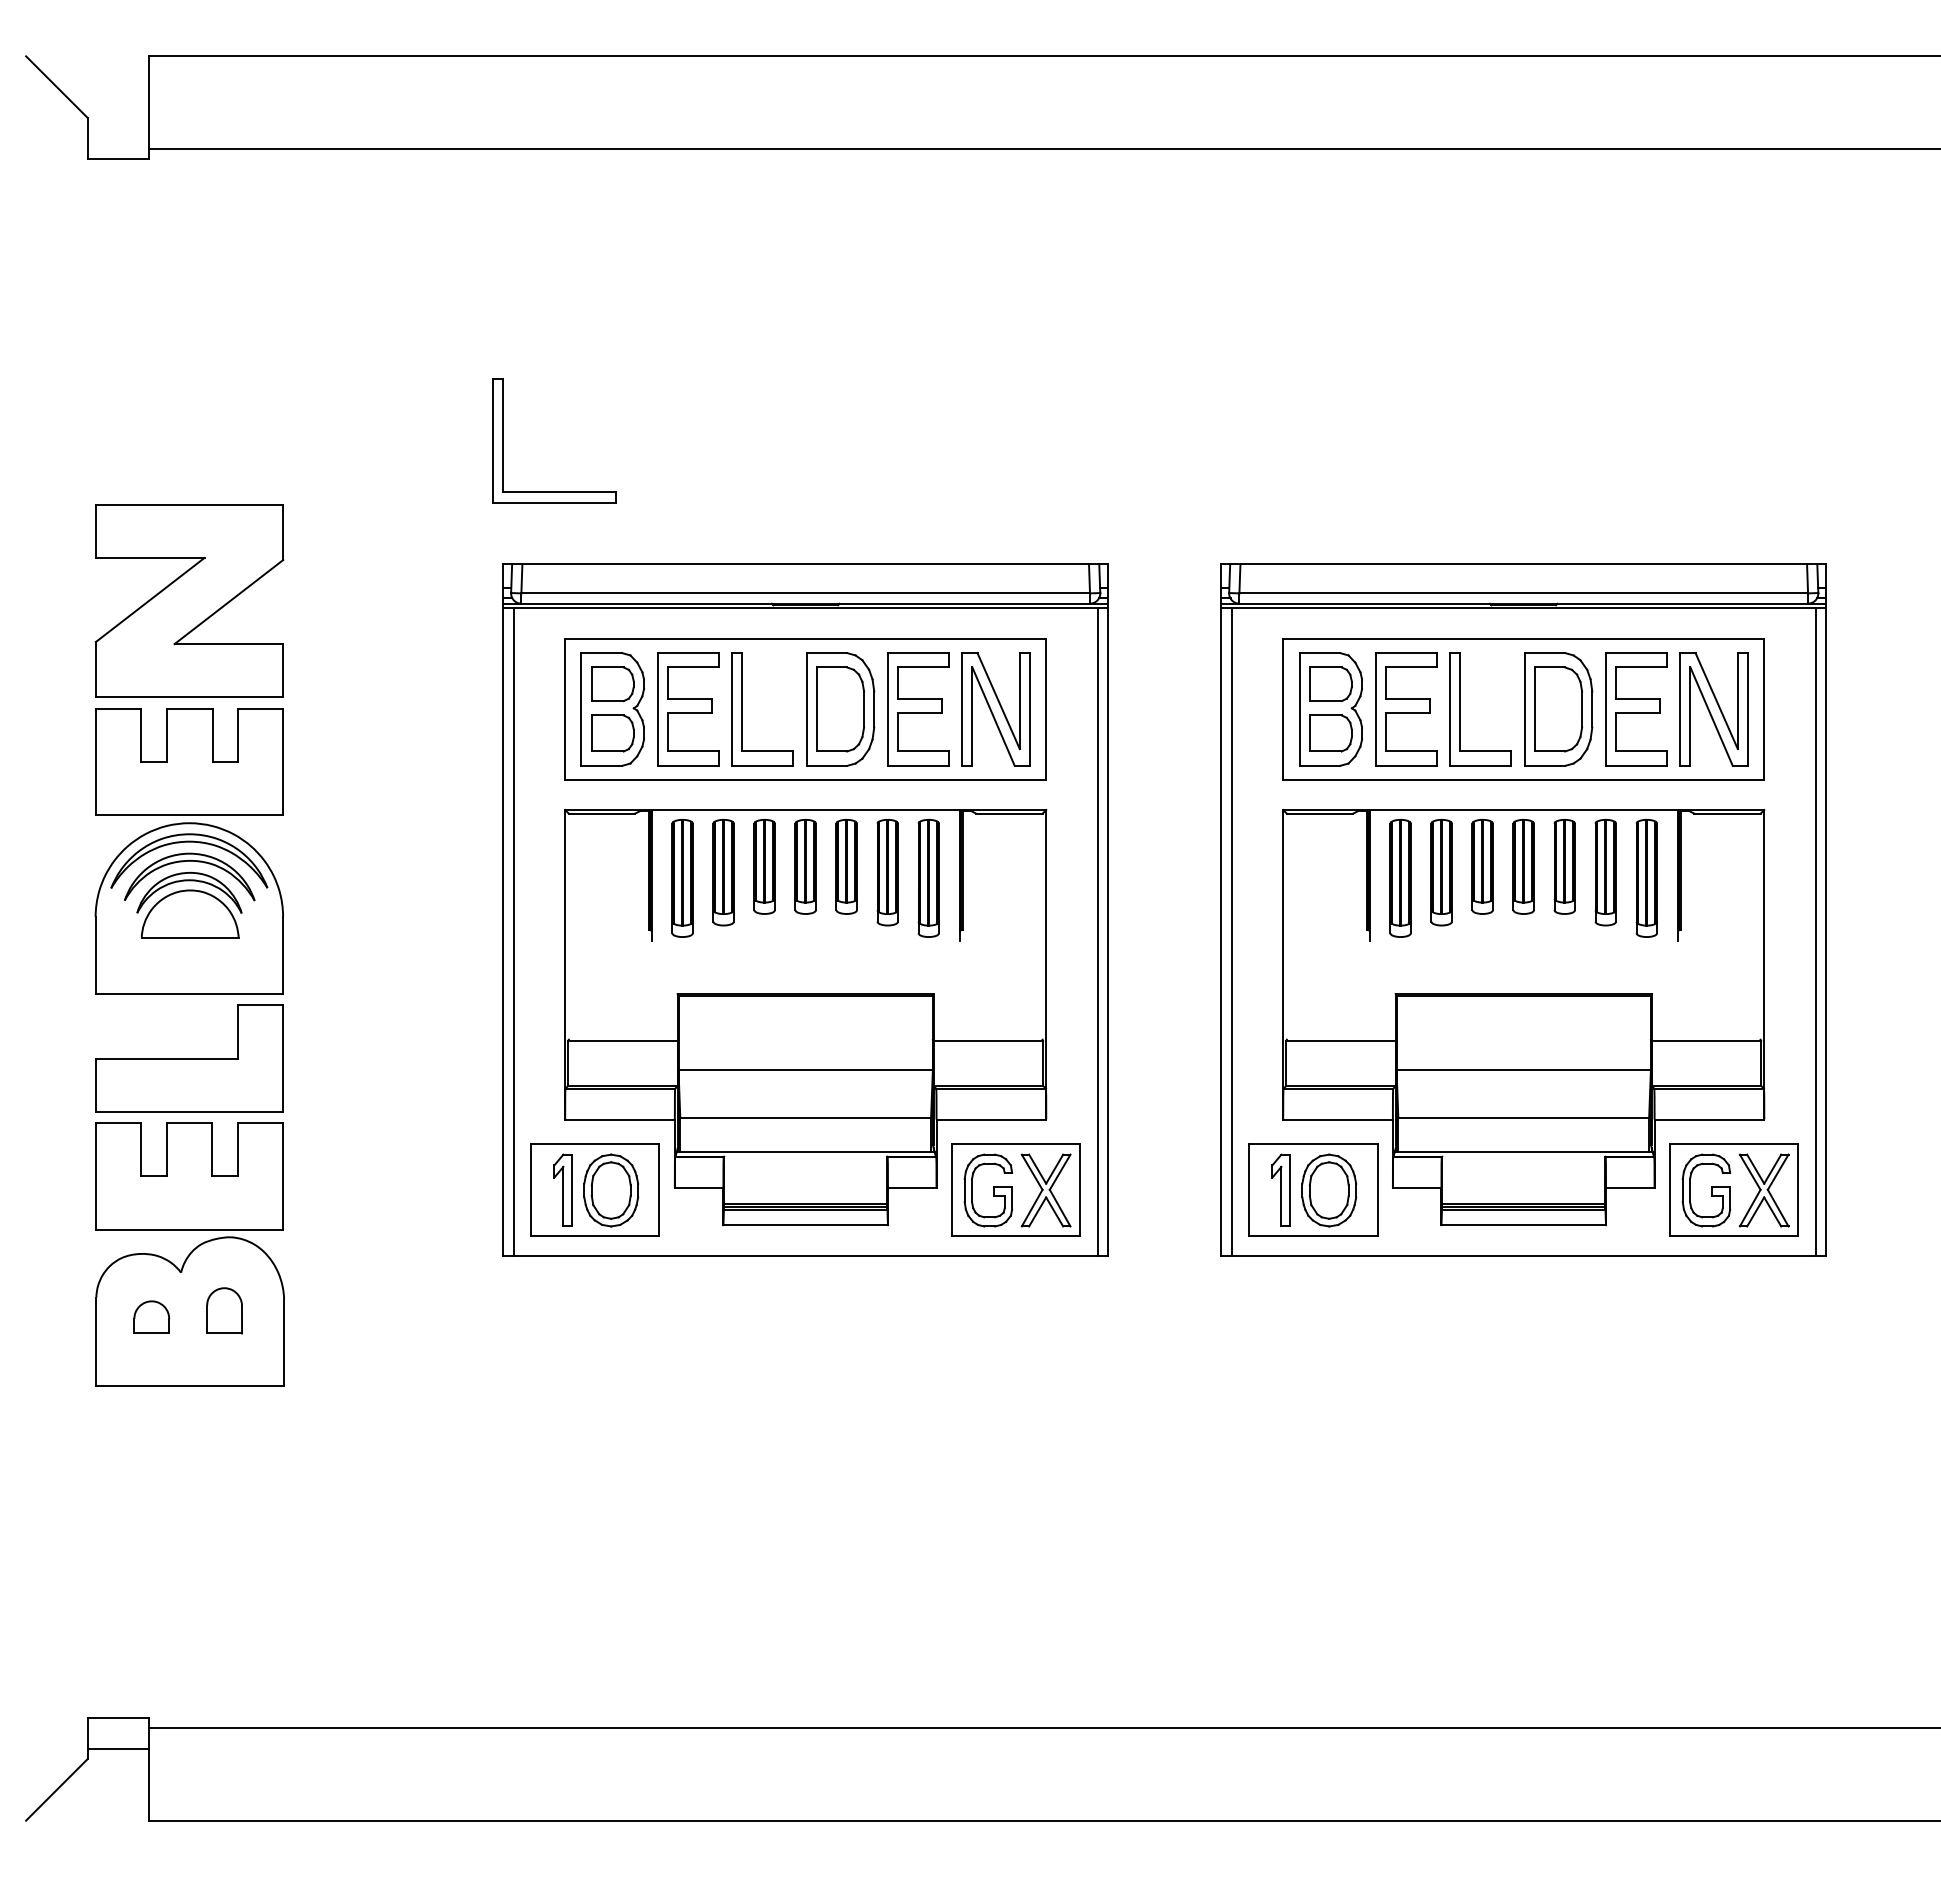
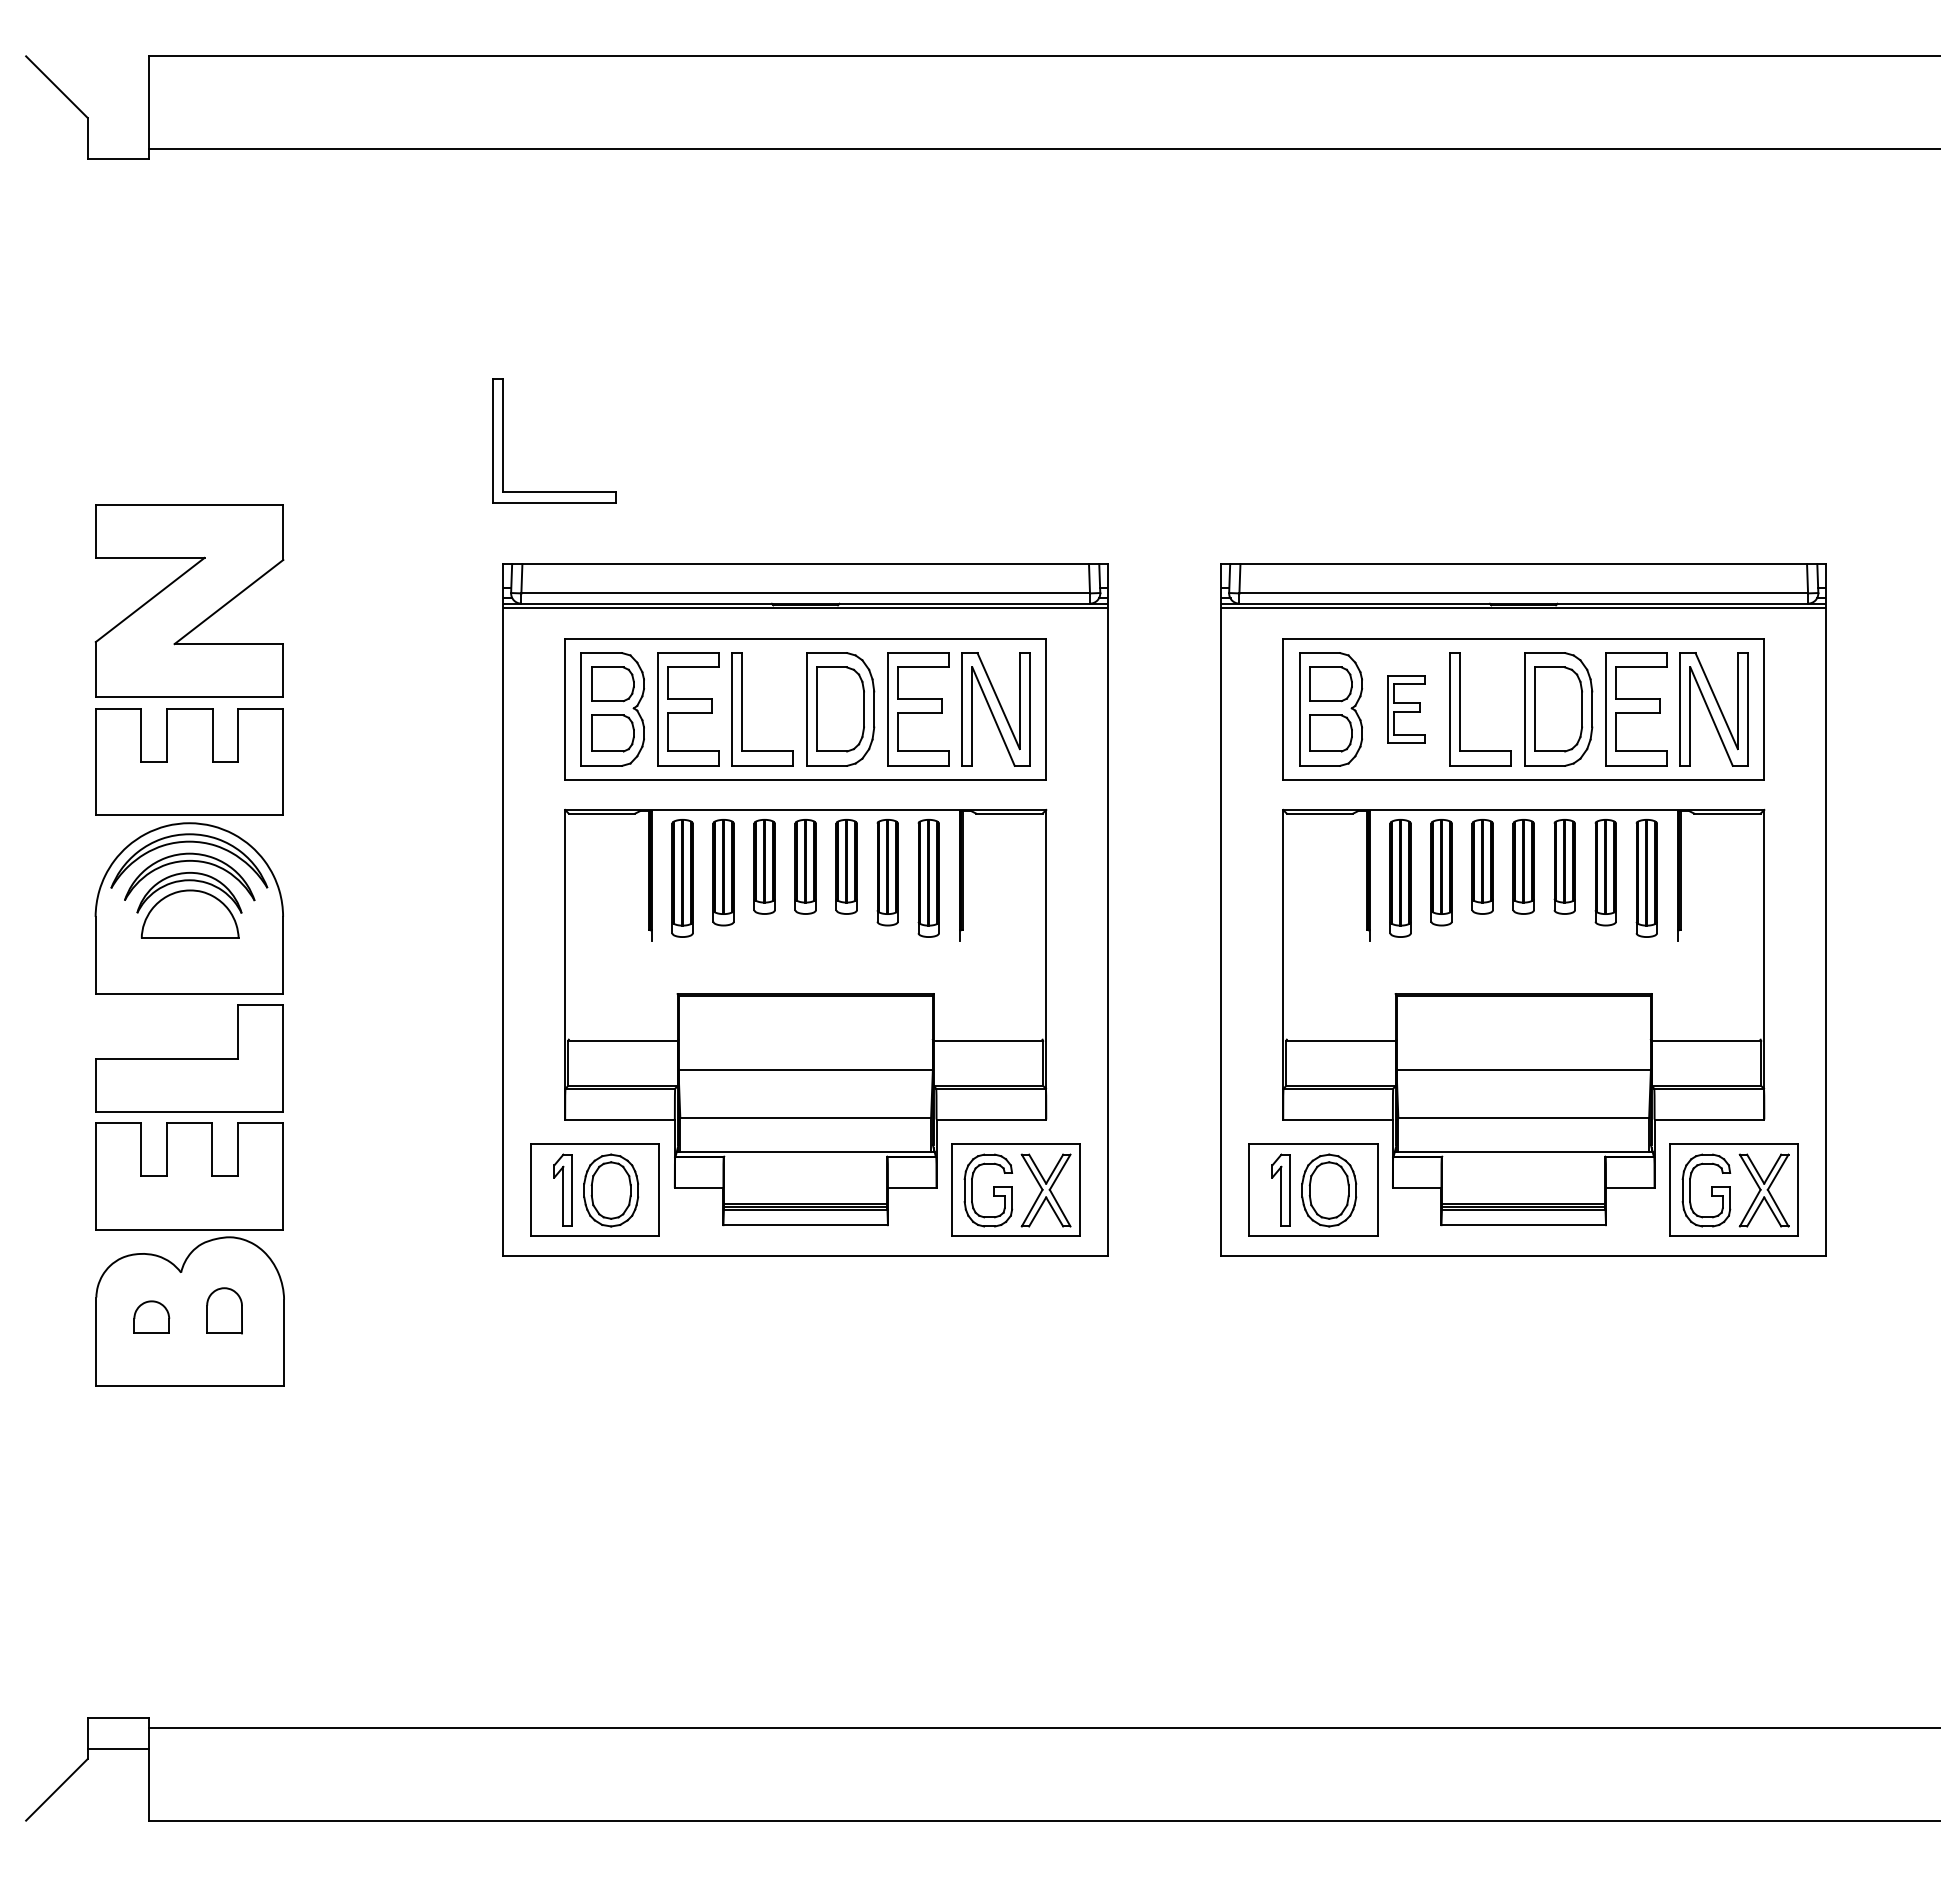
part at (1406, 709) size: 63x115 px -> 39x69 px
line at (513, 931): present -> none
line at (1097, 931): present -> none
line at (1231, 931): present -> none
line at (1815, 931): present -> none
